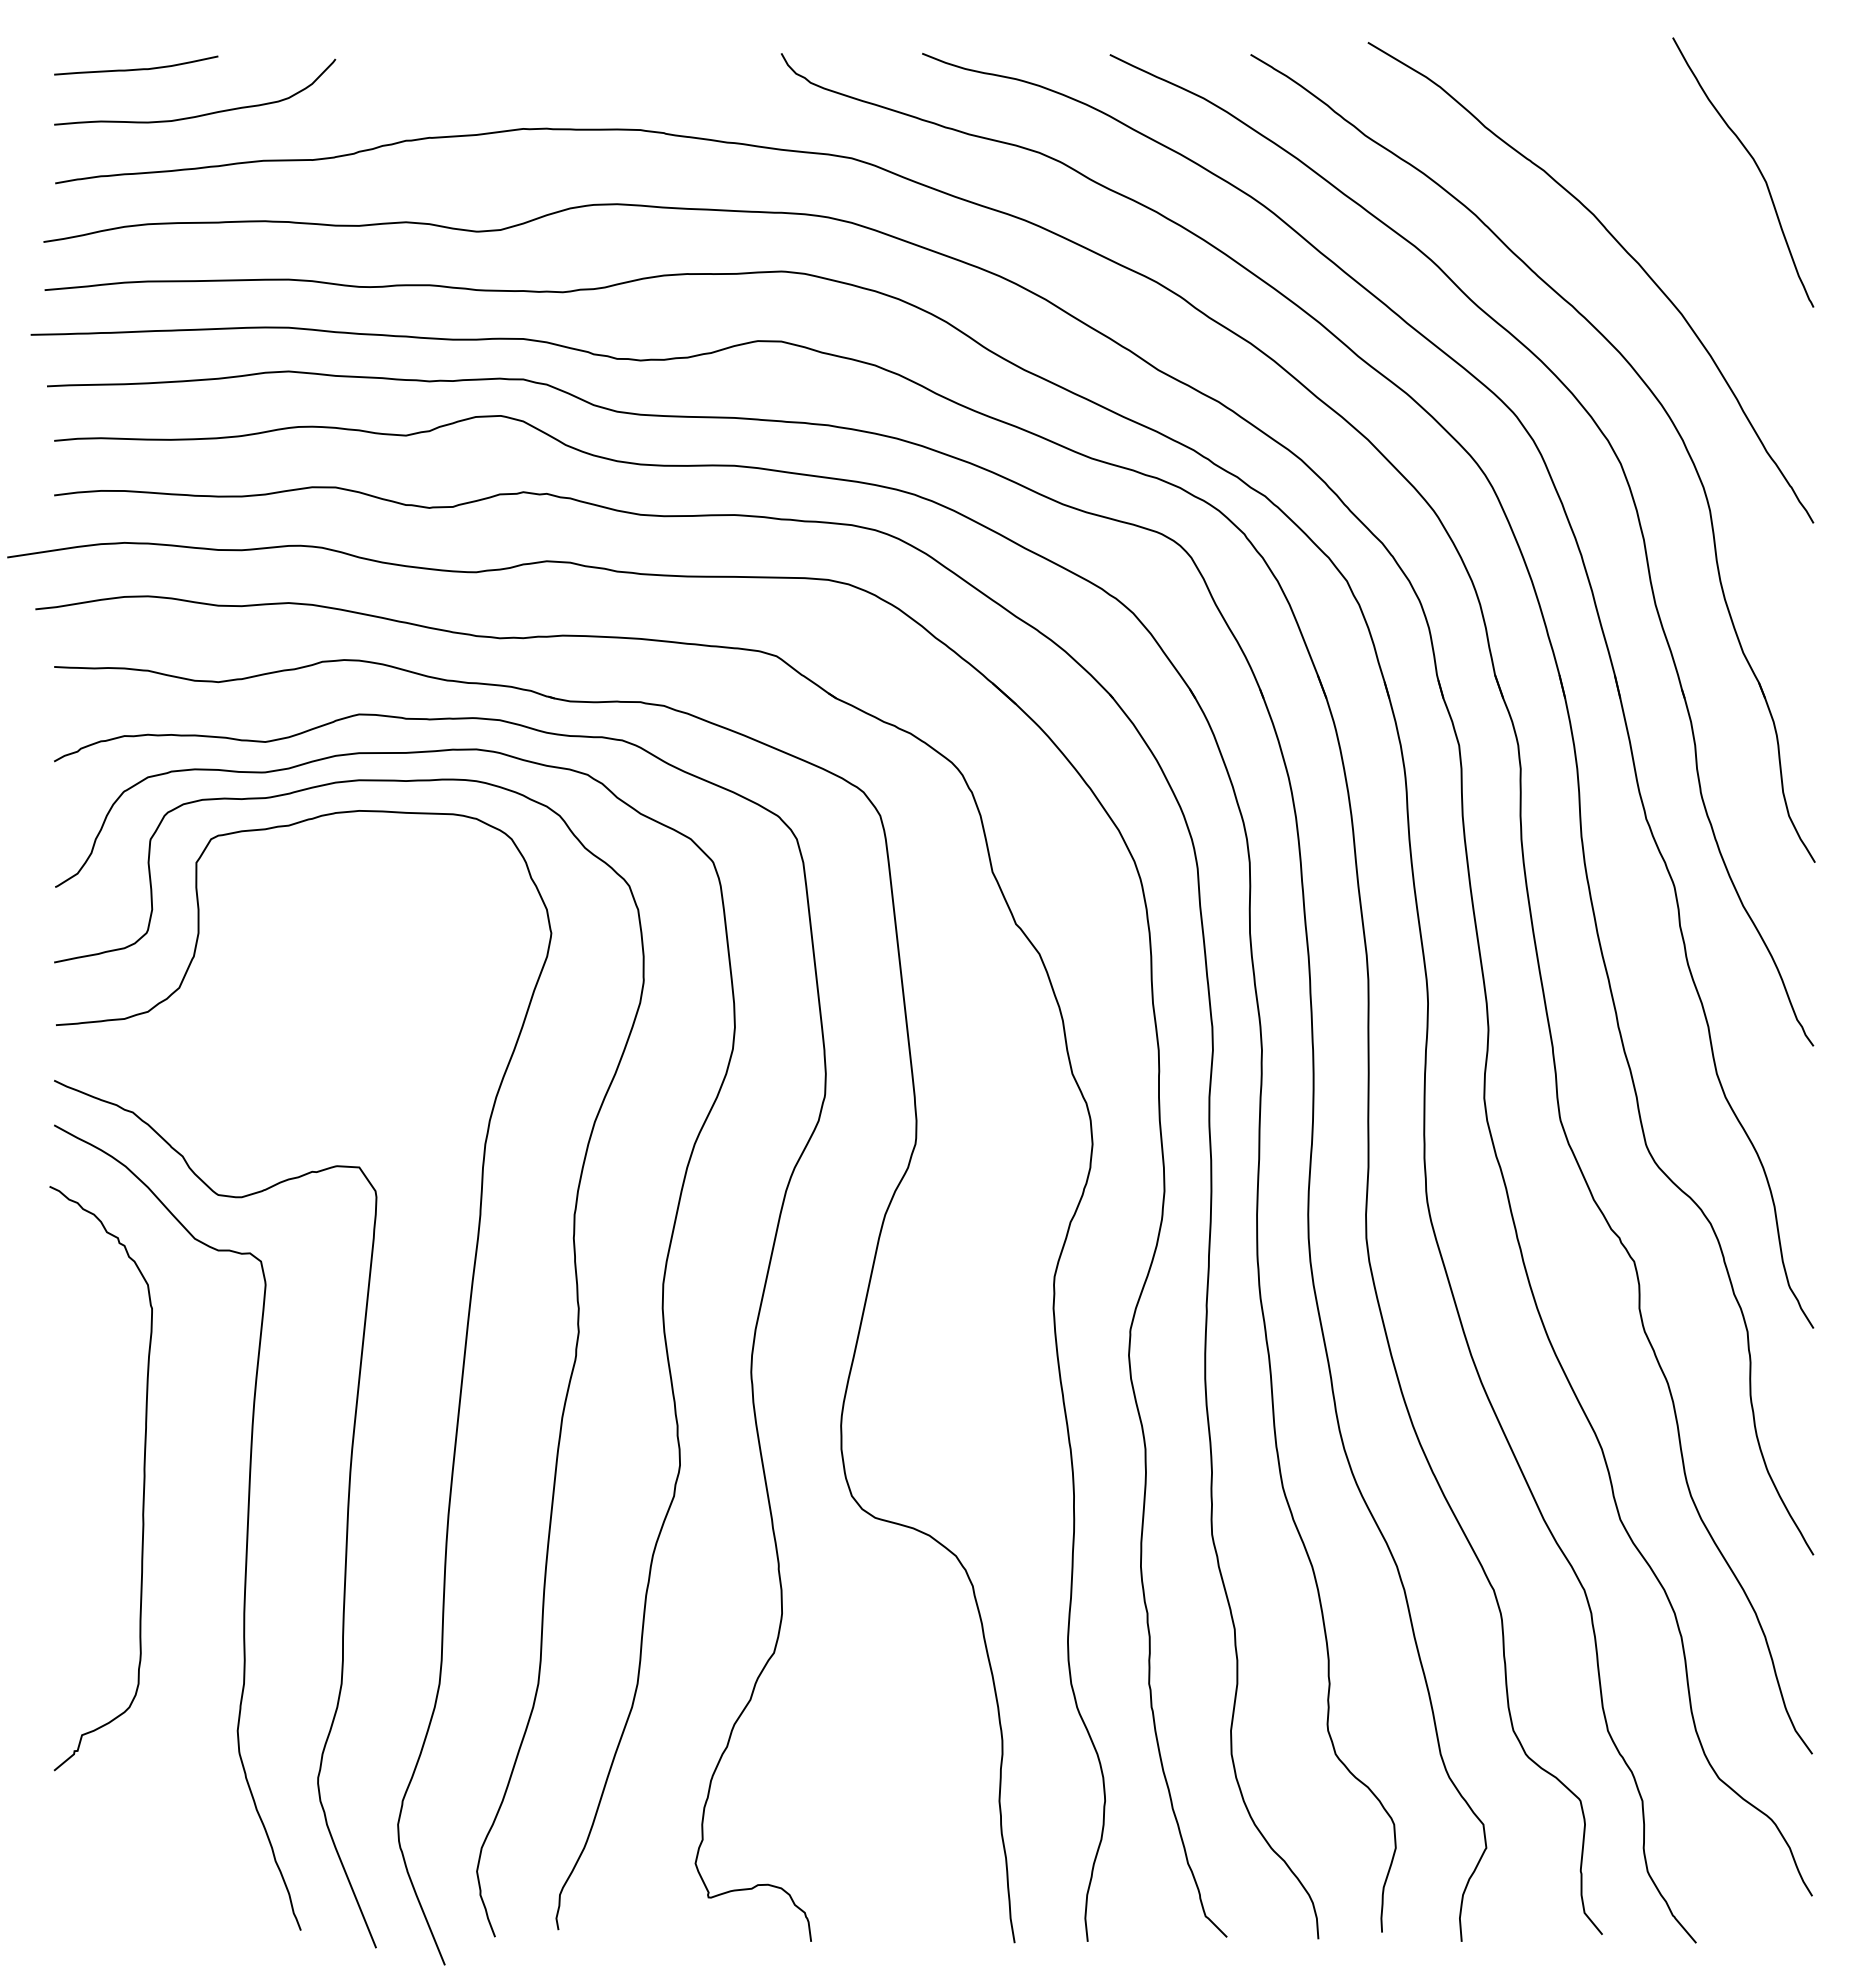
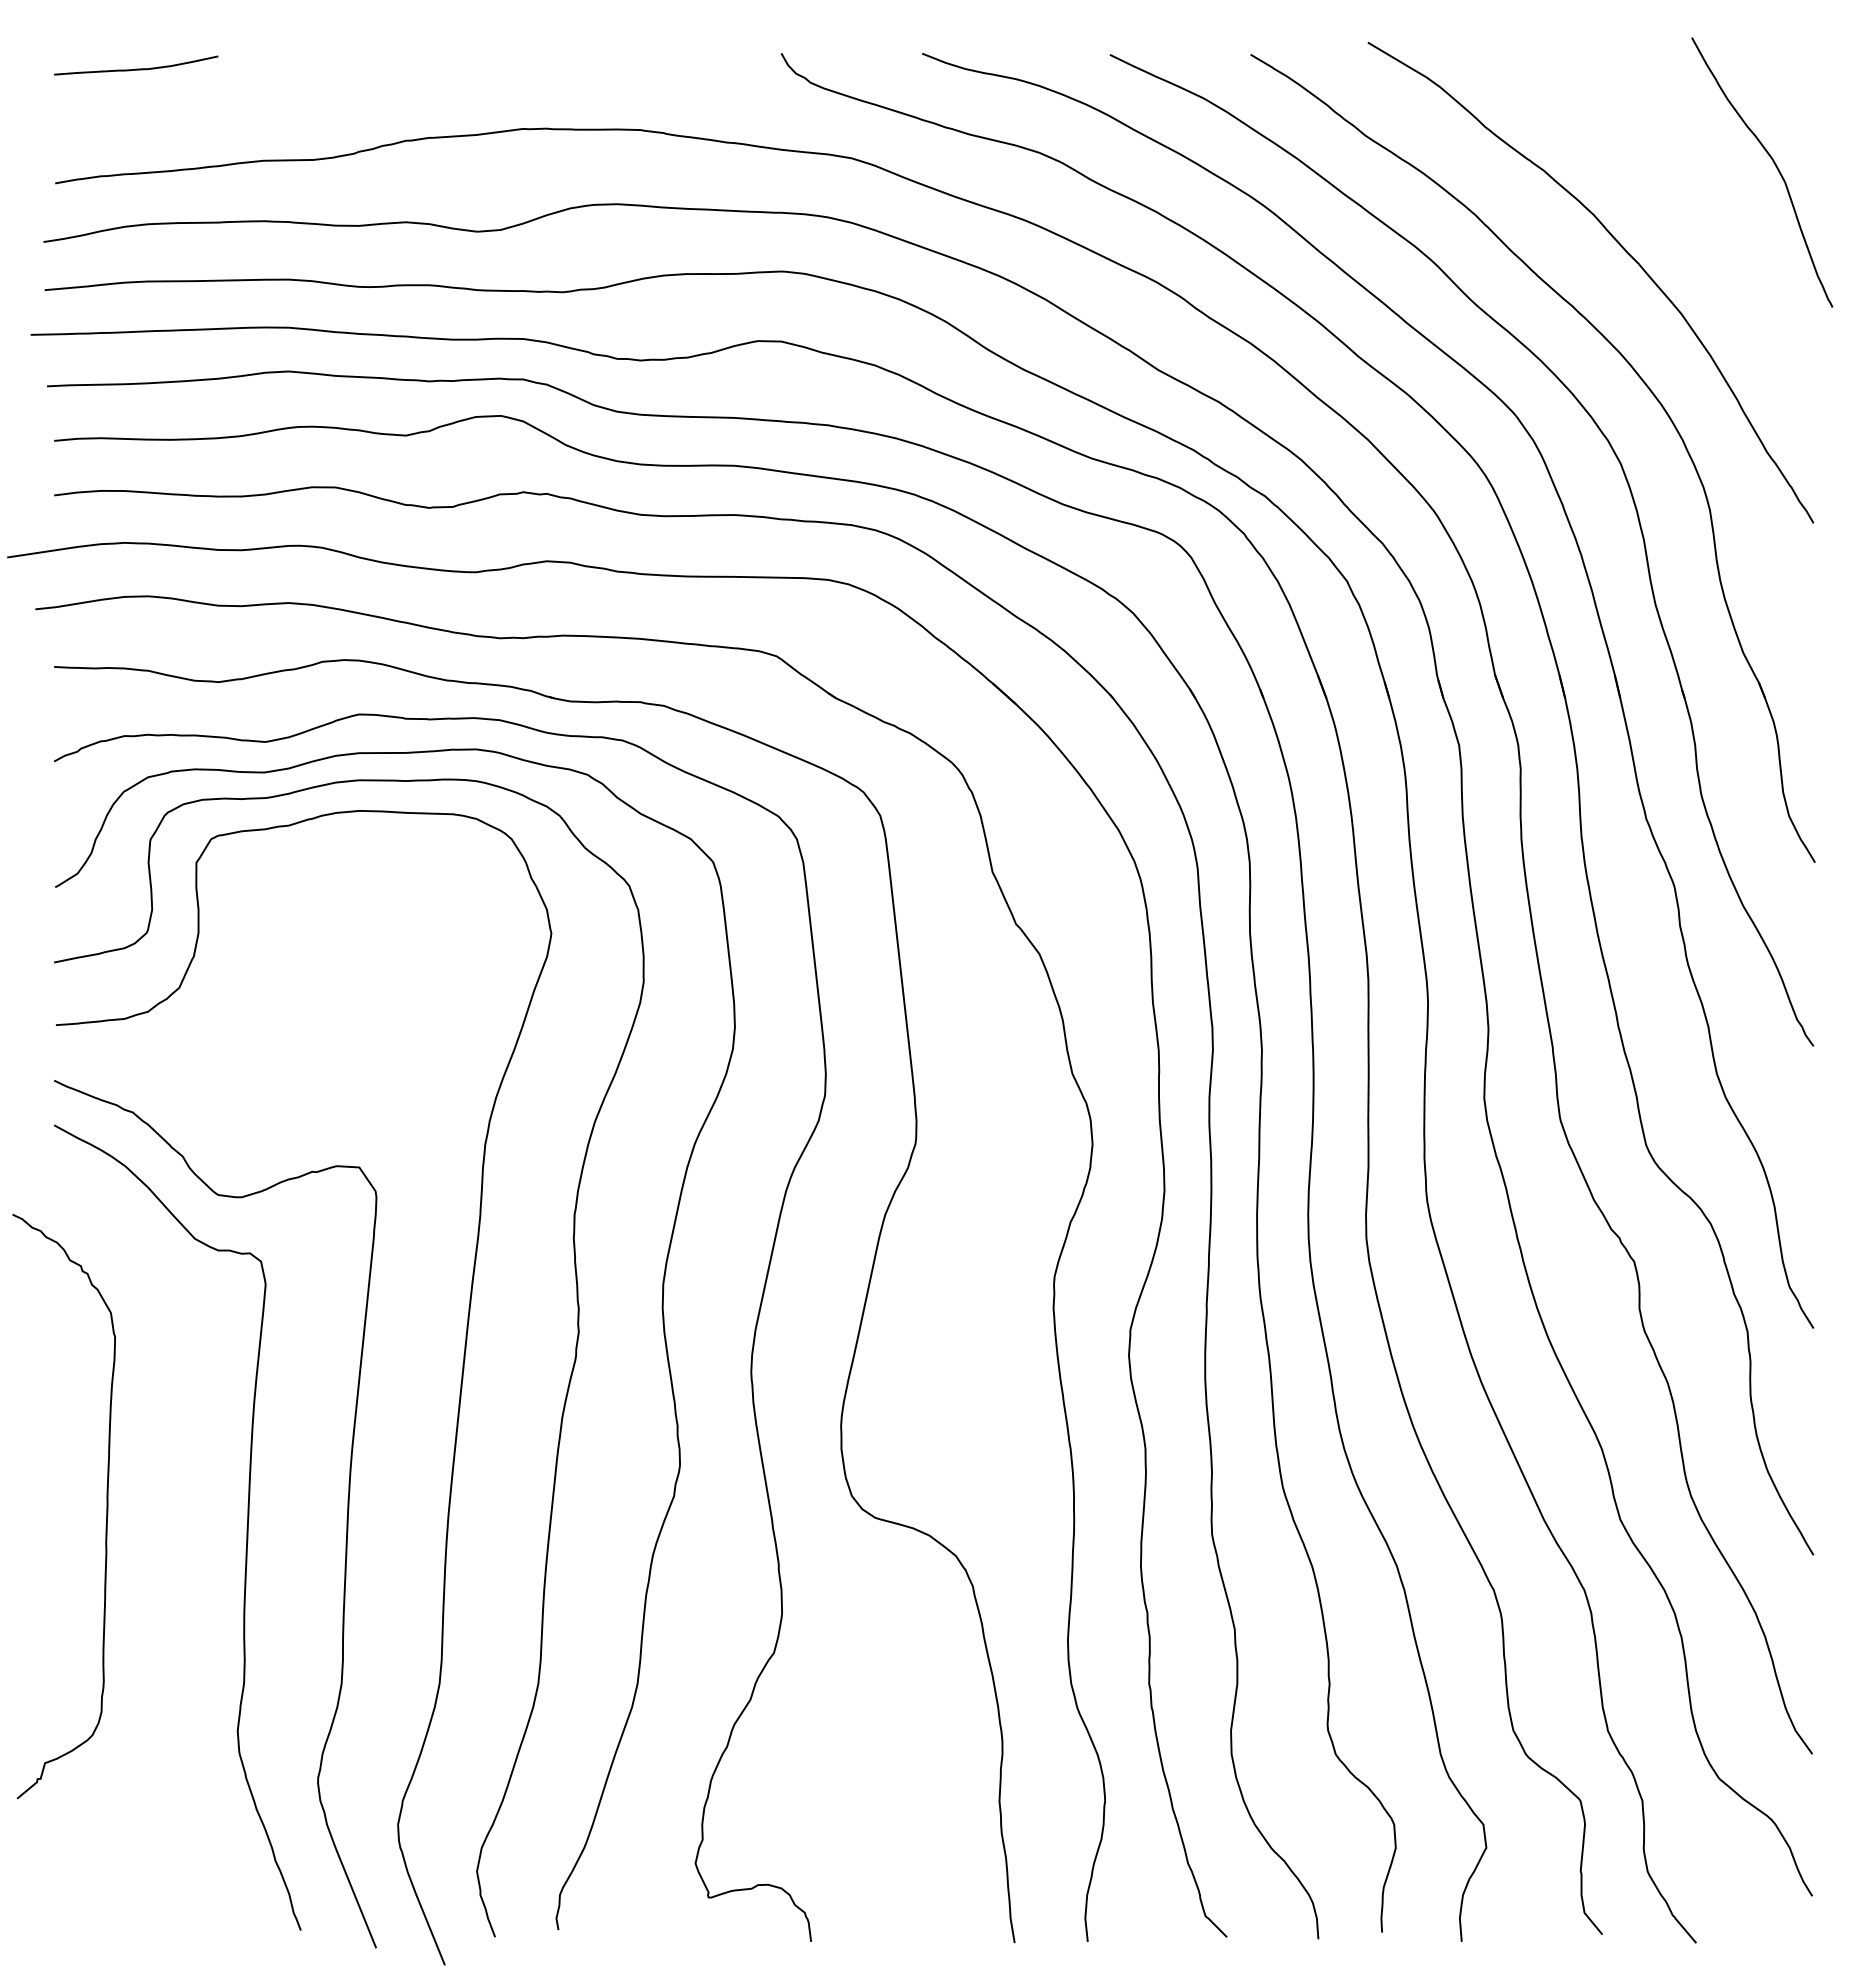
curve at (200, 114): present -> none
curve at (1754, 163) position: (1754, 163) -> (1773, 163)
curve at (143, 1478) position: (143, 1478) -> (106, 1506)
